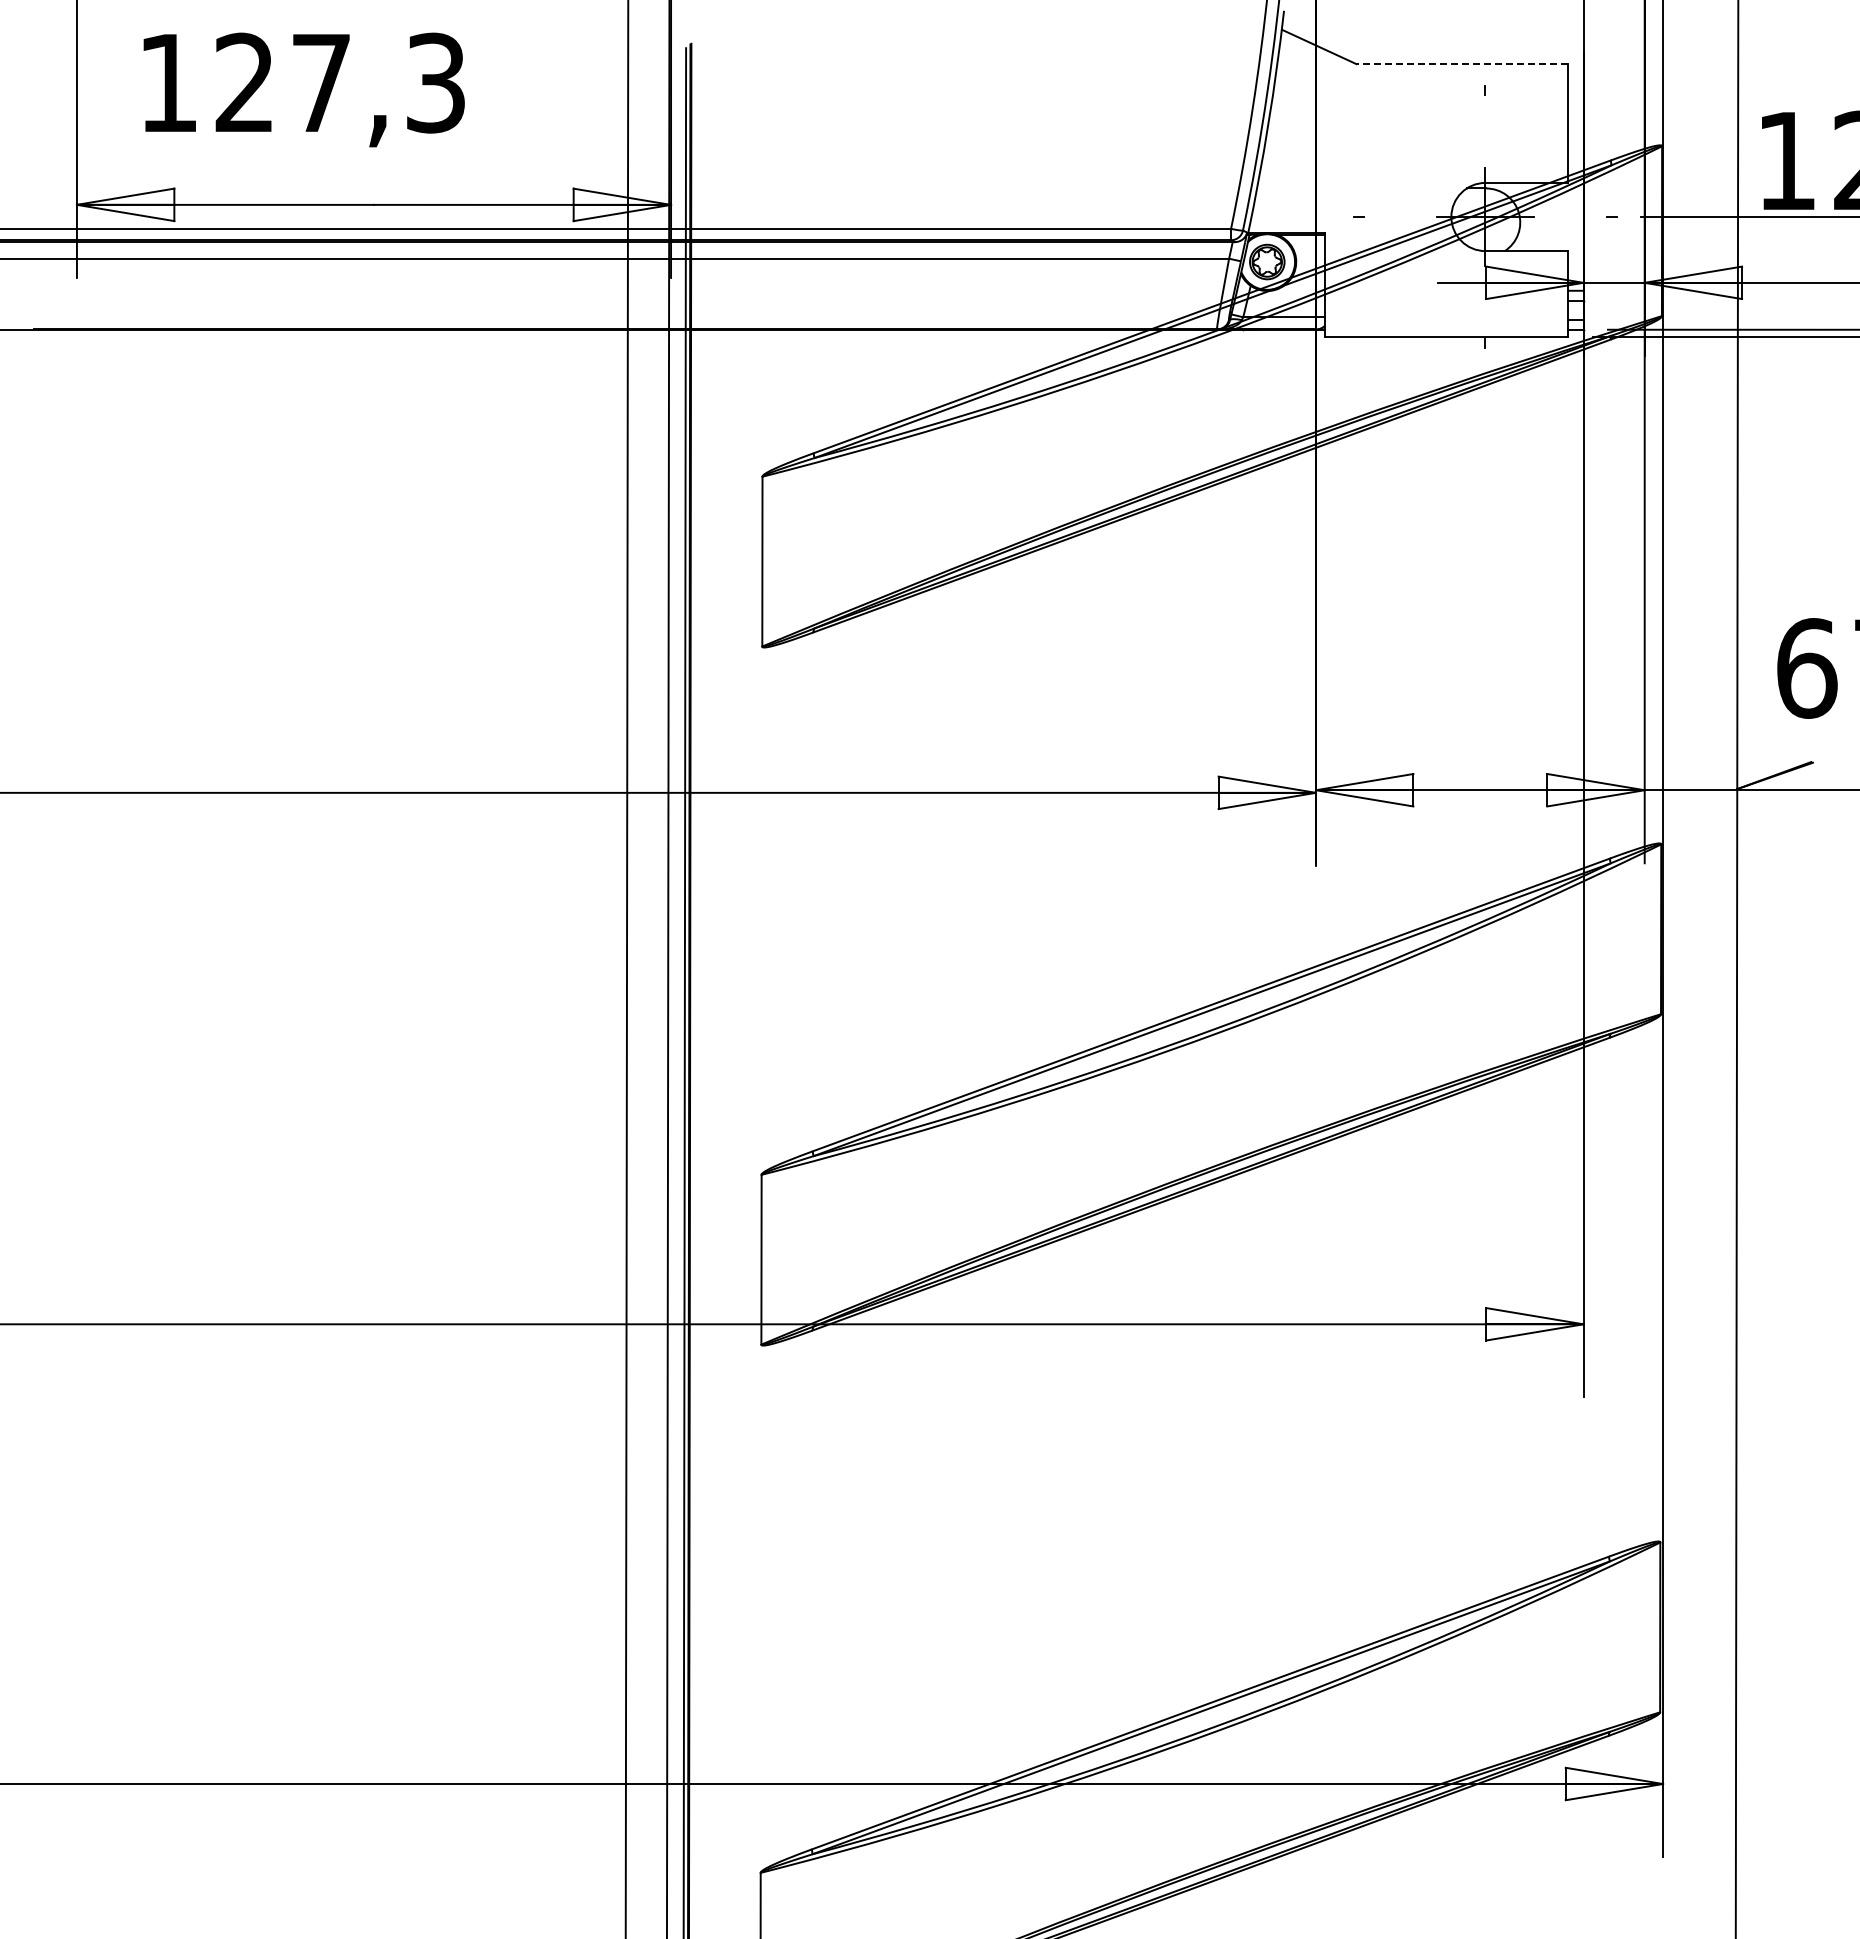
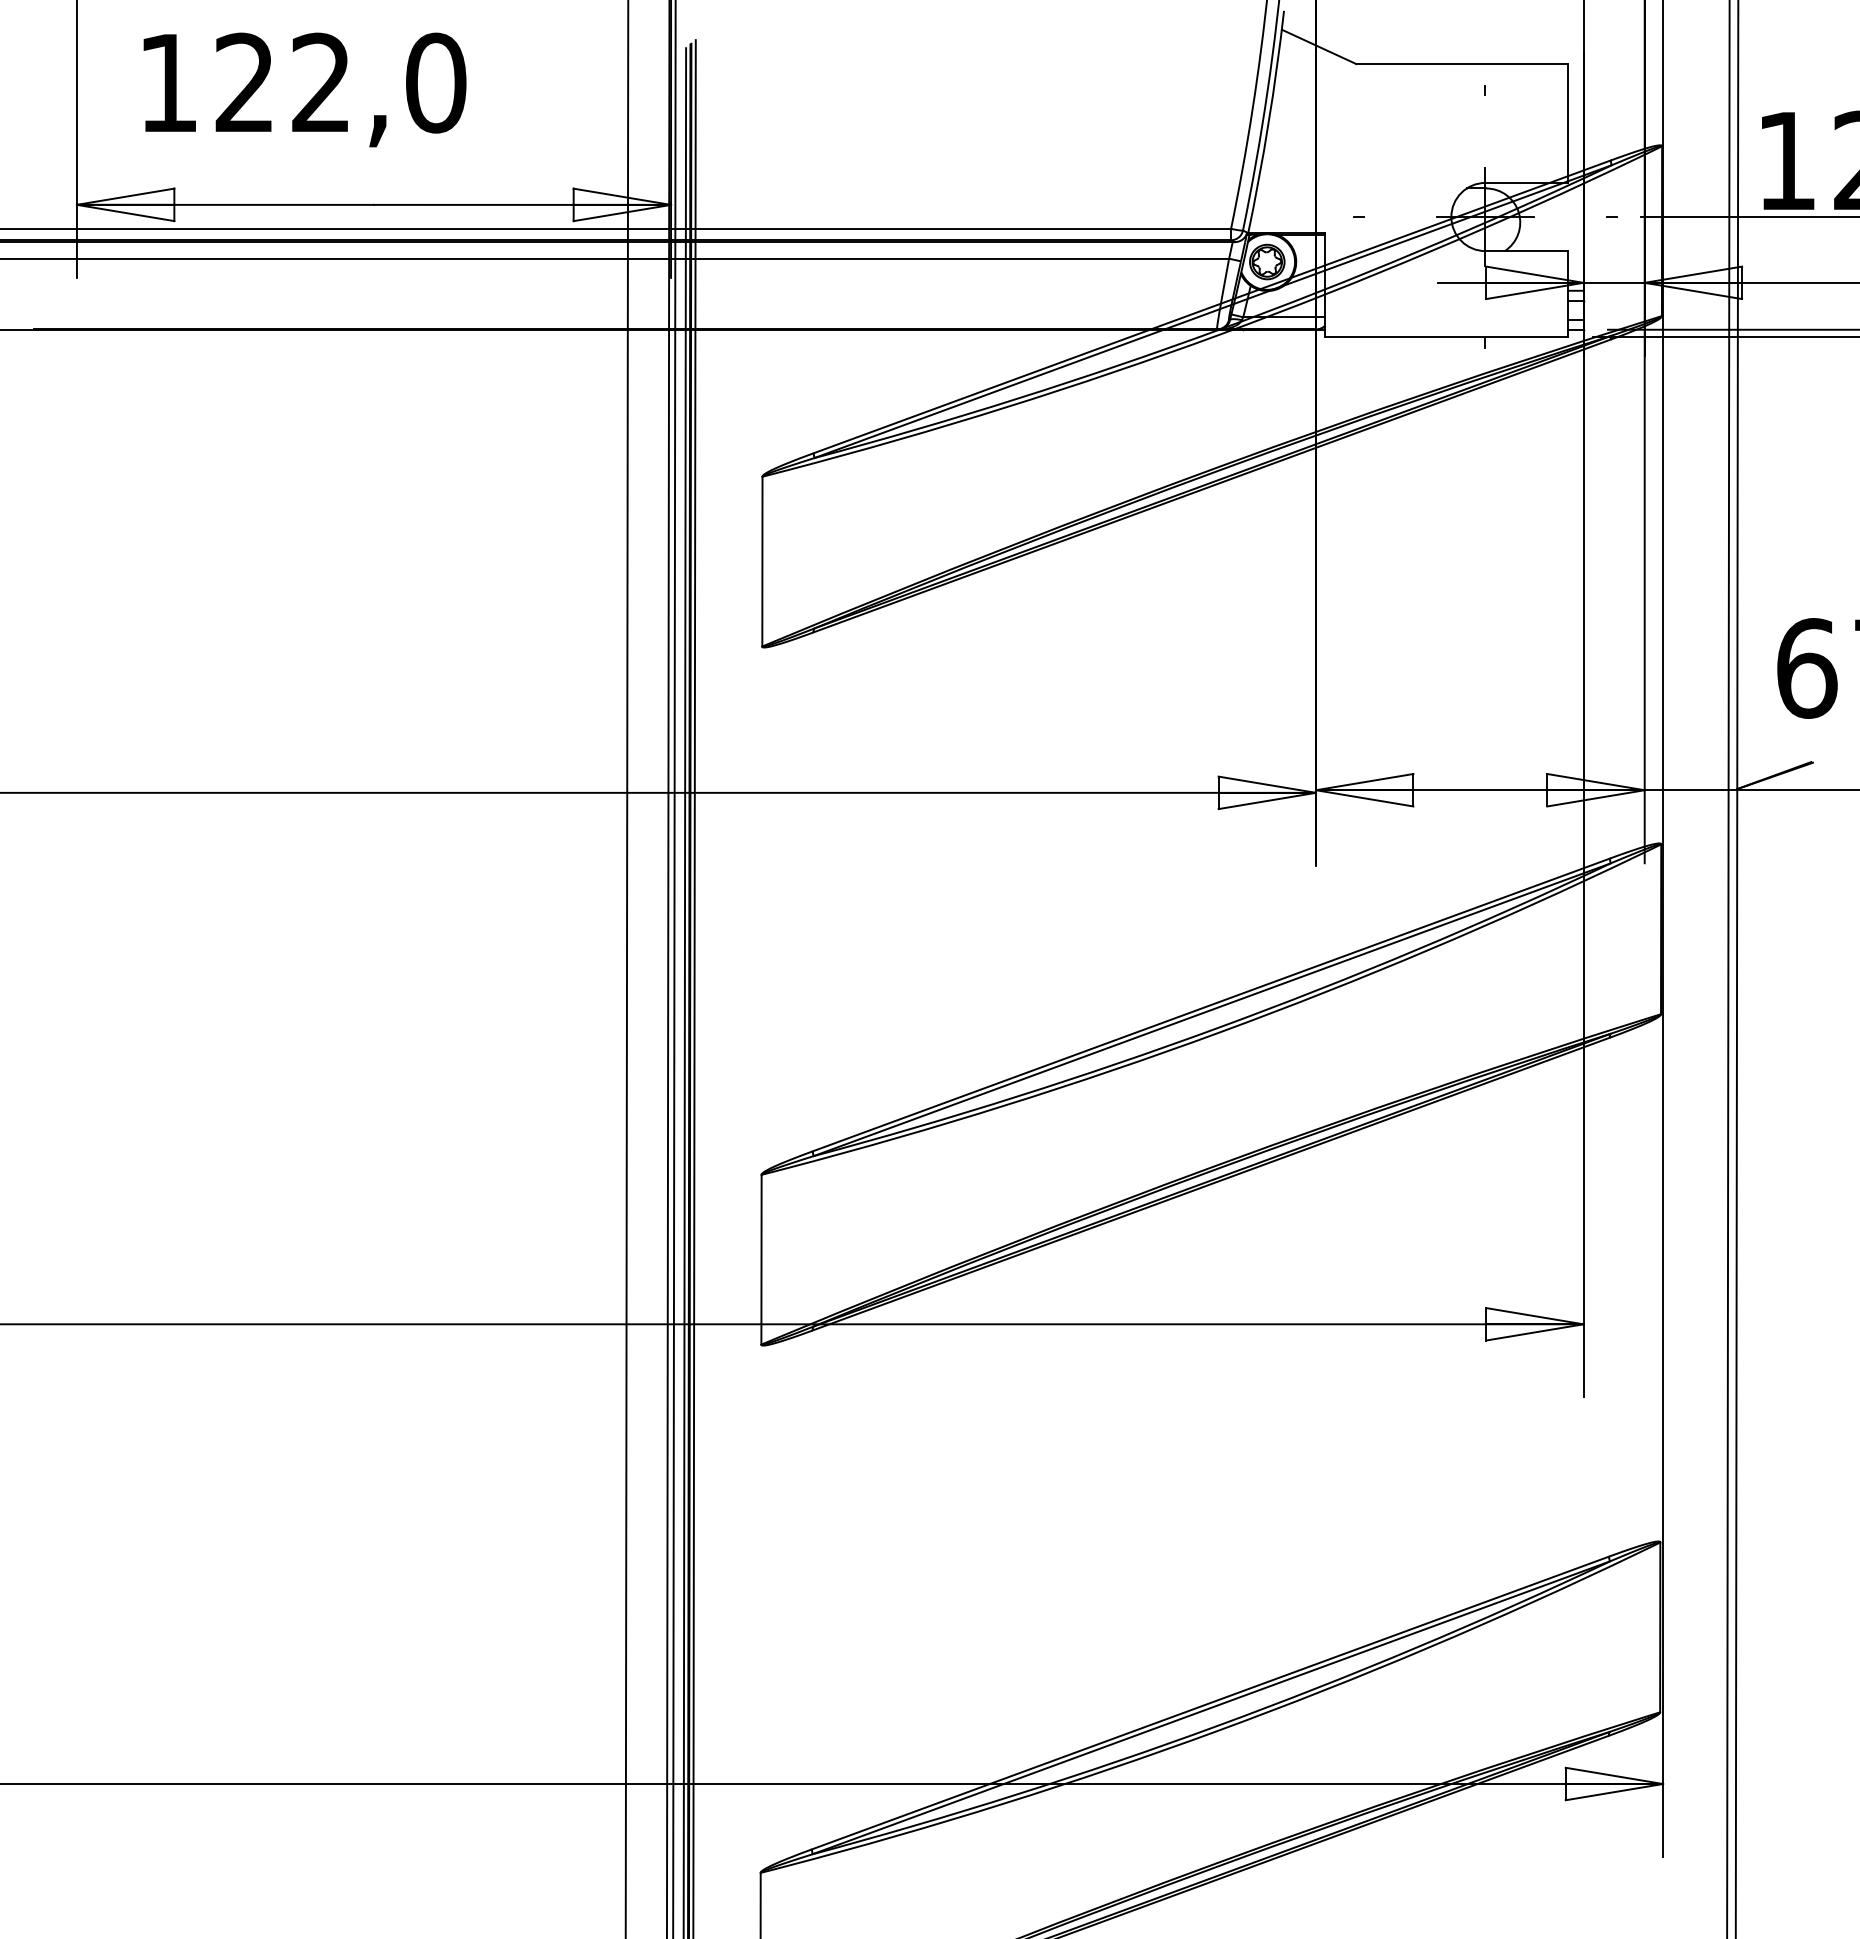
line at (1462, 64): dashed -> solid
text at (379, 82): 127,3 -> 122,0
line at (674, 968): none -> present
line at (1728, 968): none -> present
line at (694, 987): none -> present
